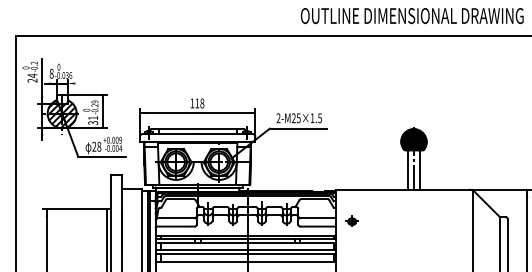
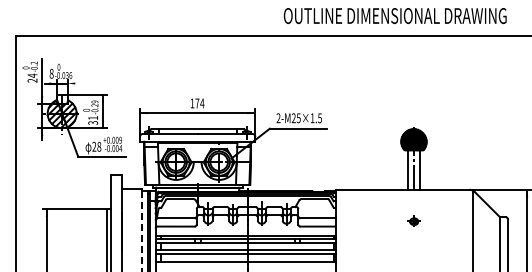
text at (411, 15) position: (411, 15) -> (394, 15)
text at (199, 103): 118 -> 174
part at (351, 220) position: (351, 220) -> (413, 220)
line at (141, 230): solid -> dashed
